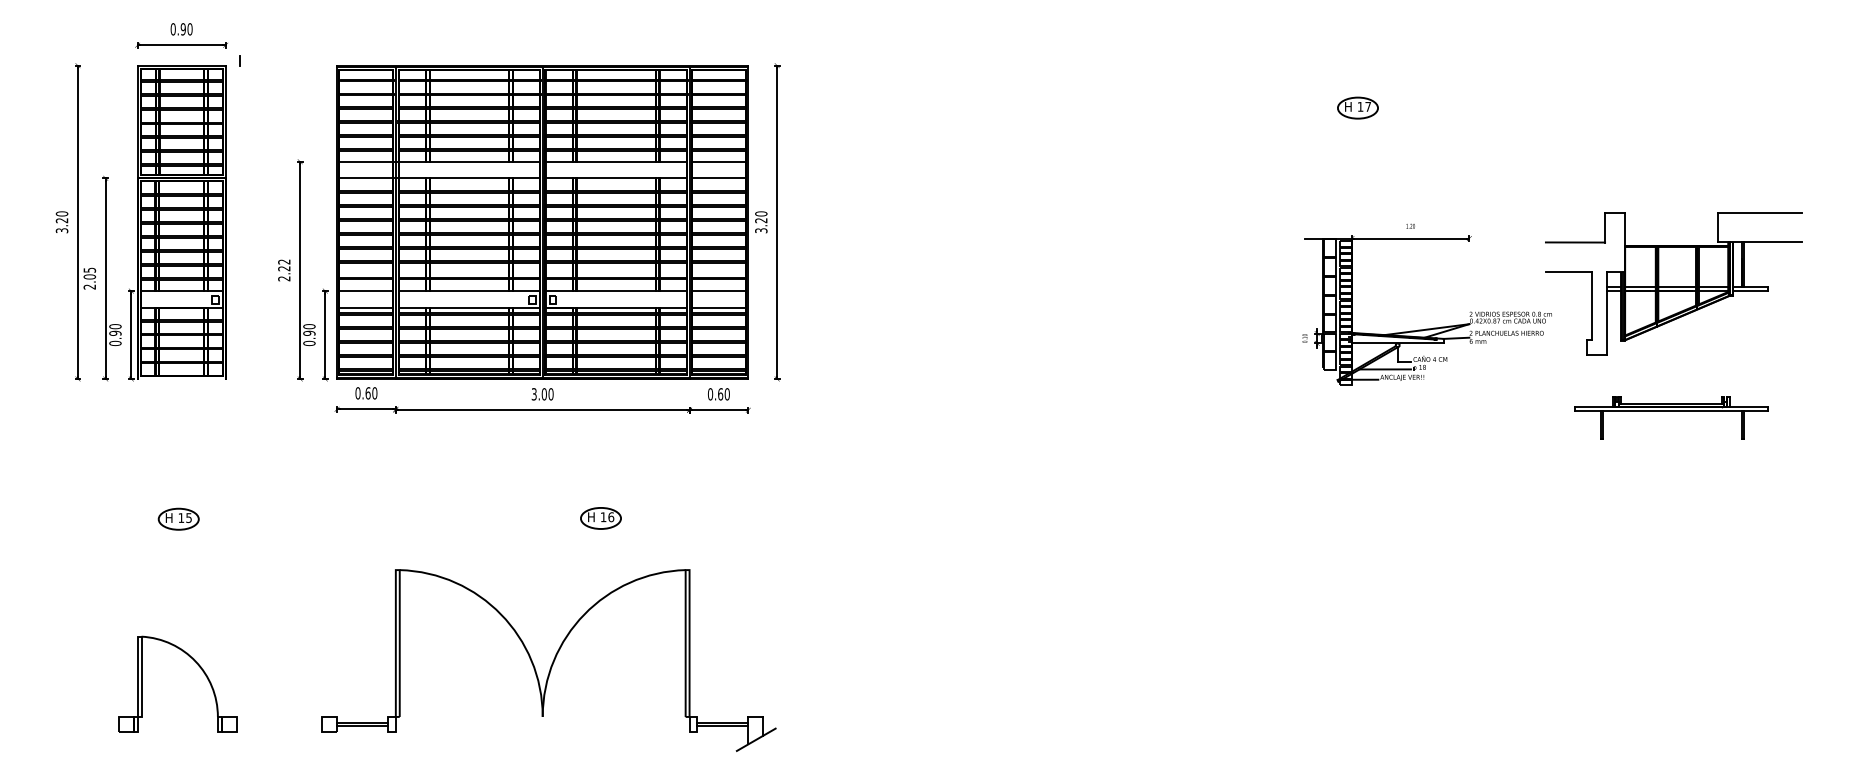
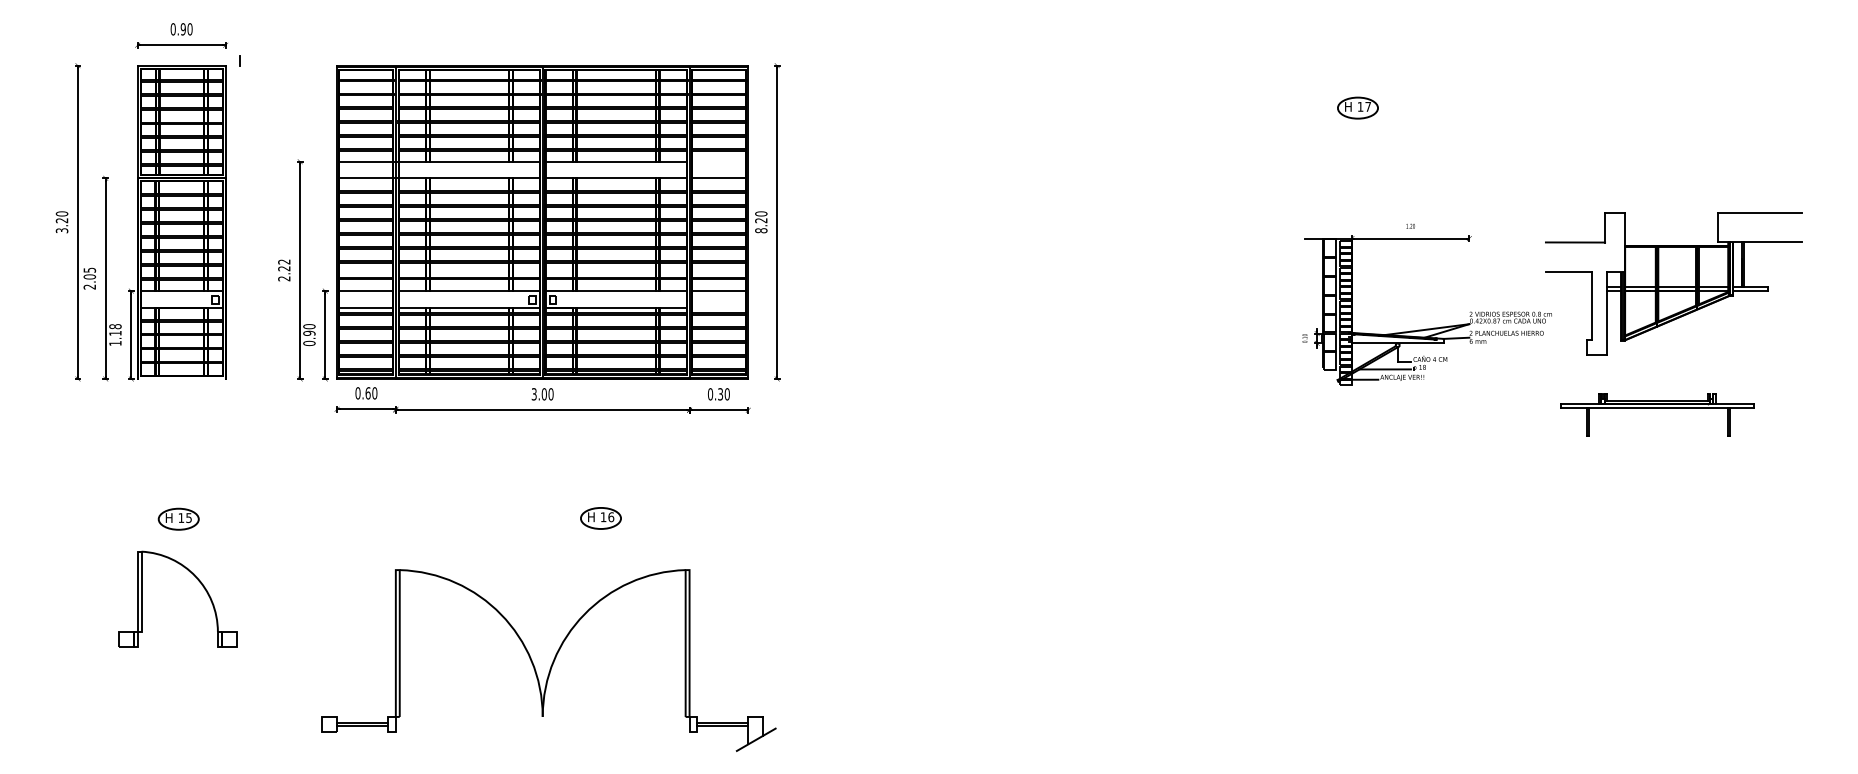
line at (718, 161): present -> none
text at (761, 230): 3.20 -> 8.20
line at (718, 307): present -> none
text at (115, 335): 0.90 -> 1.18
text at (720, 394): 0.60 -> 0.30
part at (1671, 417) position: (1671, 417) -> (1657, 414)
part at (198, 666) position: (198, 666) -> (198, 581)
